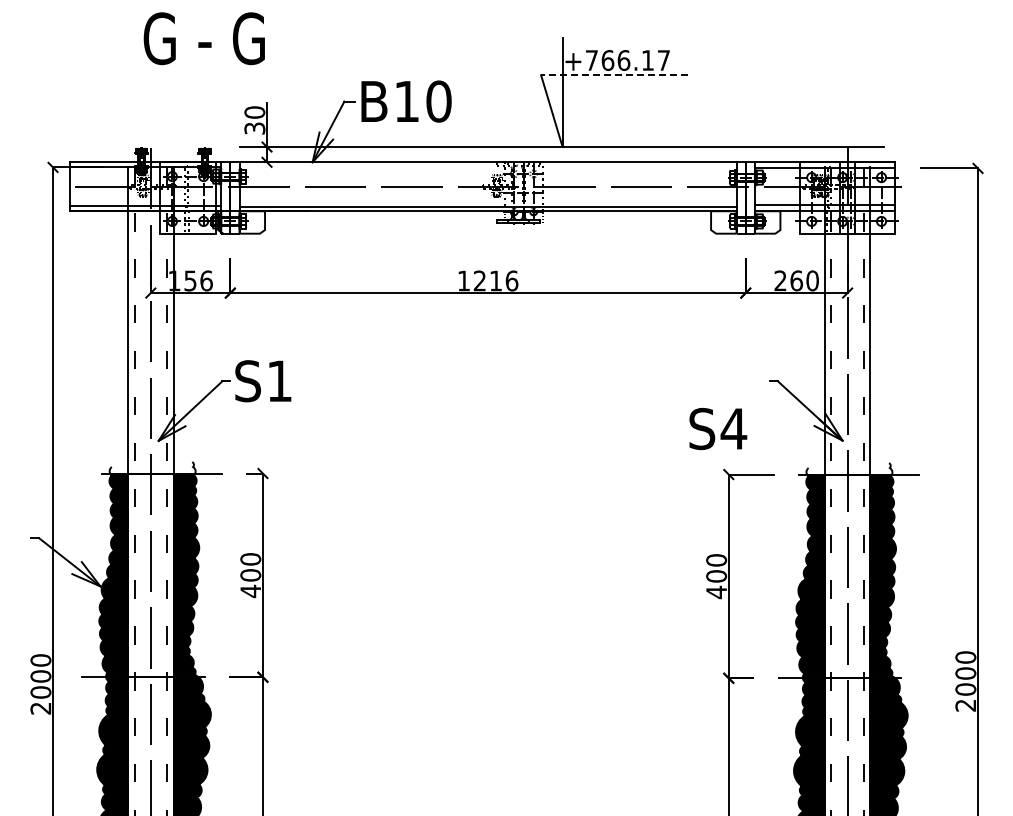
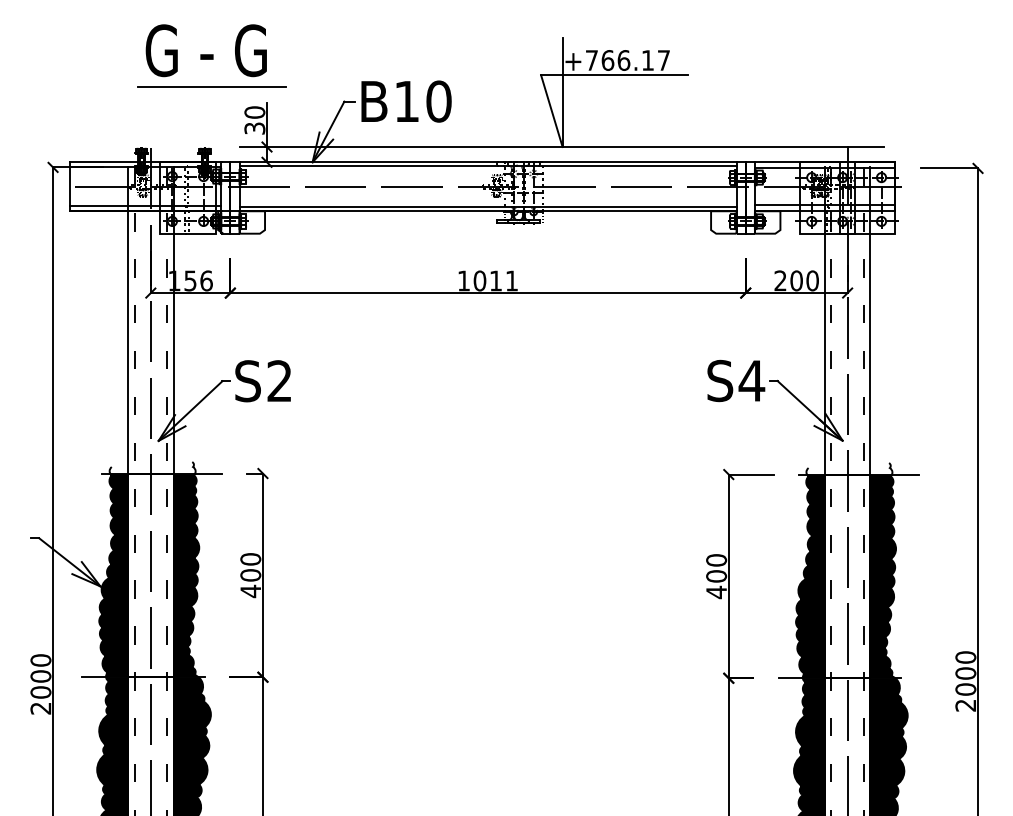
text at (203, 38) position: (203, 38) -> (205, 50)
line at (614, 75): dashed -> solid
line at (211, 87): none -> present
line at (487, 166): none -> present
text at (495, 280): 1216 -> 1011
text at (796, 280): 260 -> 200
text at (279, 380): S1 -> S2
text at (718, 428) position: (718, 428) -> (736, 380)
